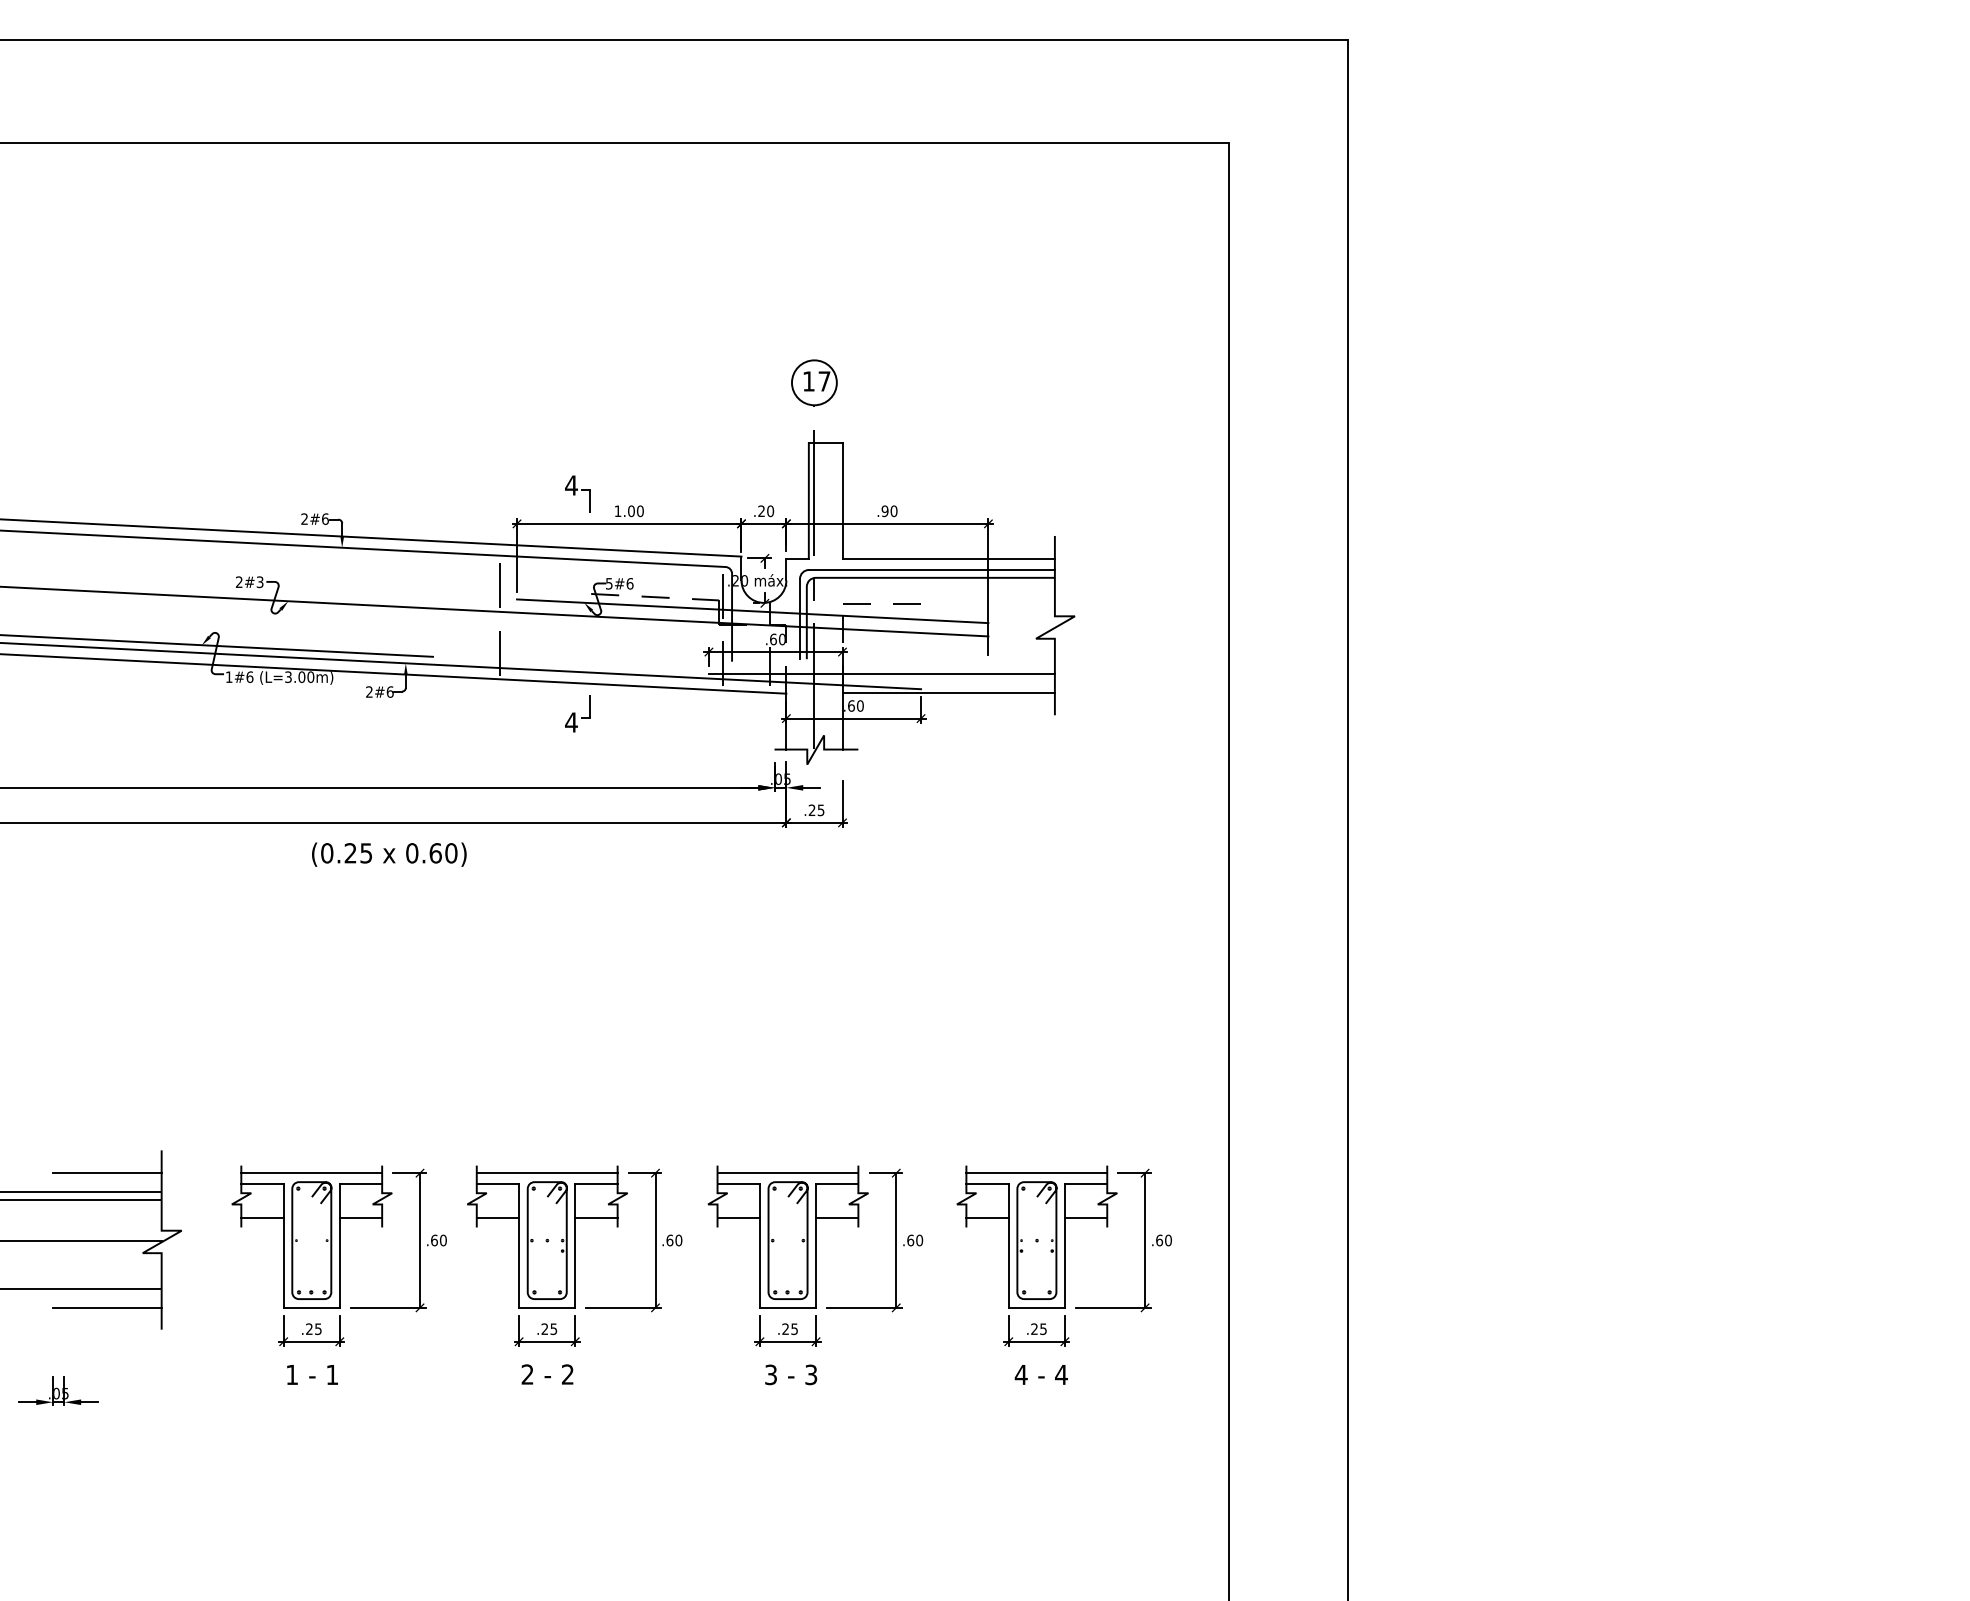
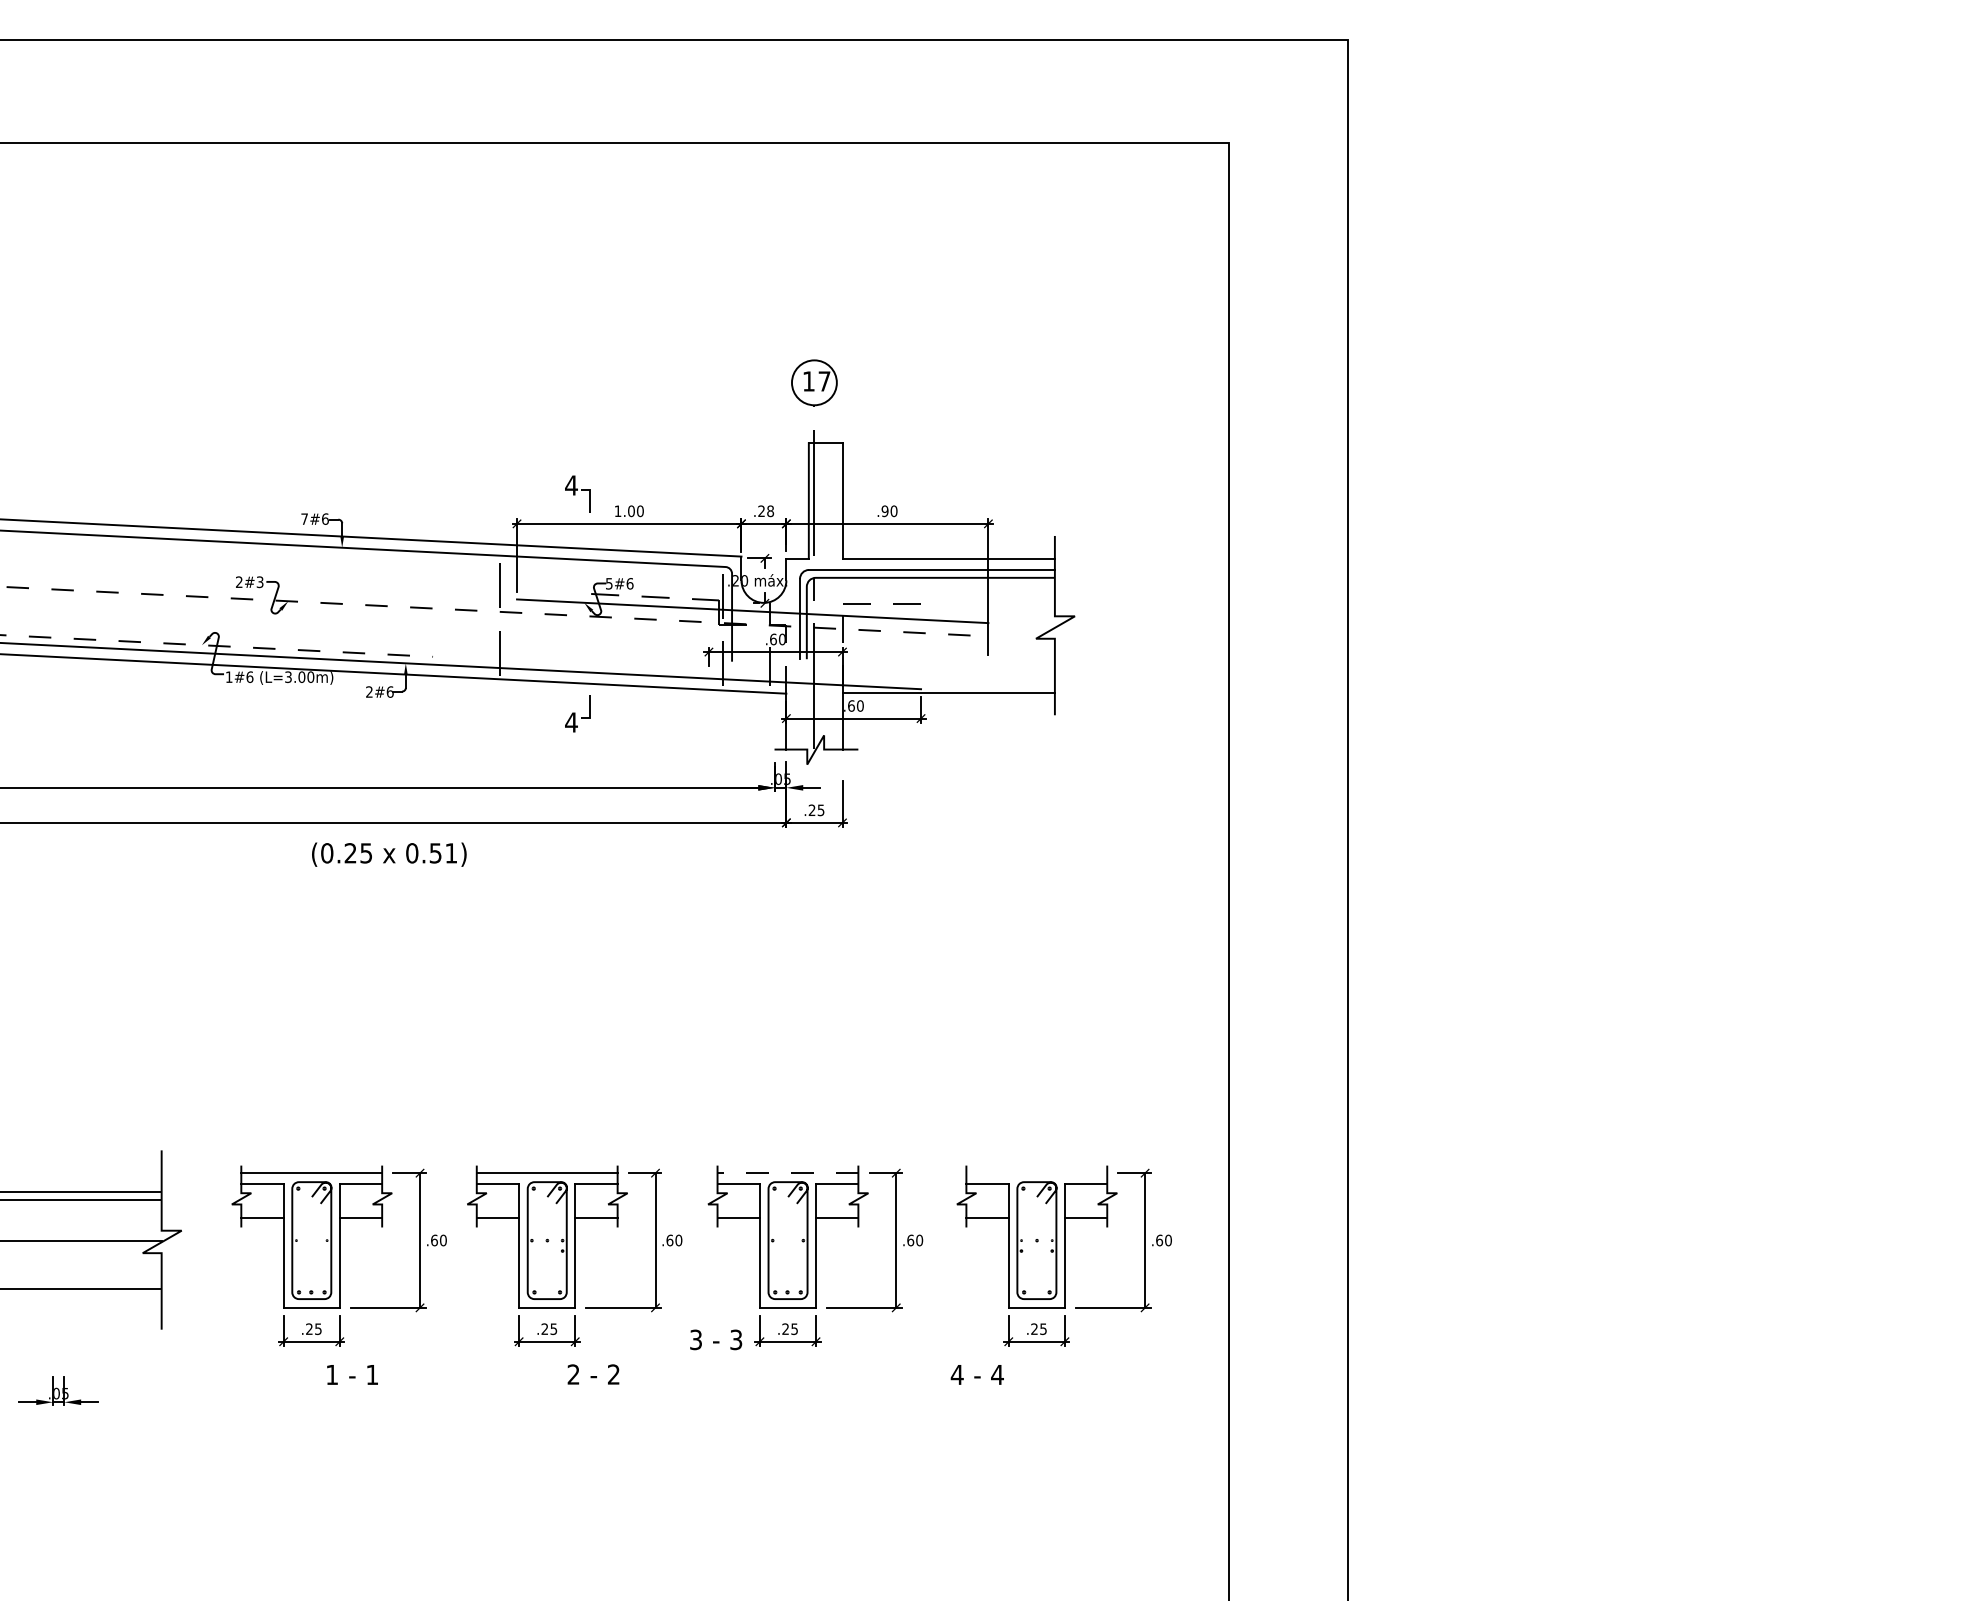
text at (770, 510): .20 -> .28
text at (304, 518): 2#6 -> 7#6
line at (495, 611): solid -> dashed
line at (216, 645): solid -> dashed
line at (881, 674): present -> none
text at (443, 853): 0.60) -> 0.51)
line at (107, 1173): present -> none
line at (787, 1173): solid -> dashed
line at (1036, 1173): present -> none
line at (107, 1307): present -> none
text at (312, 1374) position: (312, 1374) -> (352, 1374)
text at (547, 1374) position: (547, 1374) -> (593, 1374)
text at (791, 1374) position: (791, 1374) -> (716, 1339)
text at (1040, 1374) position: (1040, 1374) -> (976, 1374)
